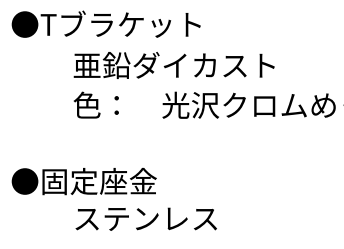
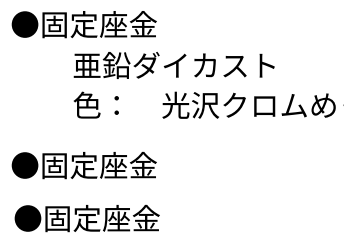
text at (120, 24): ●Tブラケット -> ●固定座金
text at (83, 181) position: (83, 181) -> (83, 165)
text at (115, 218): ステンレス -> ●固定座金
